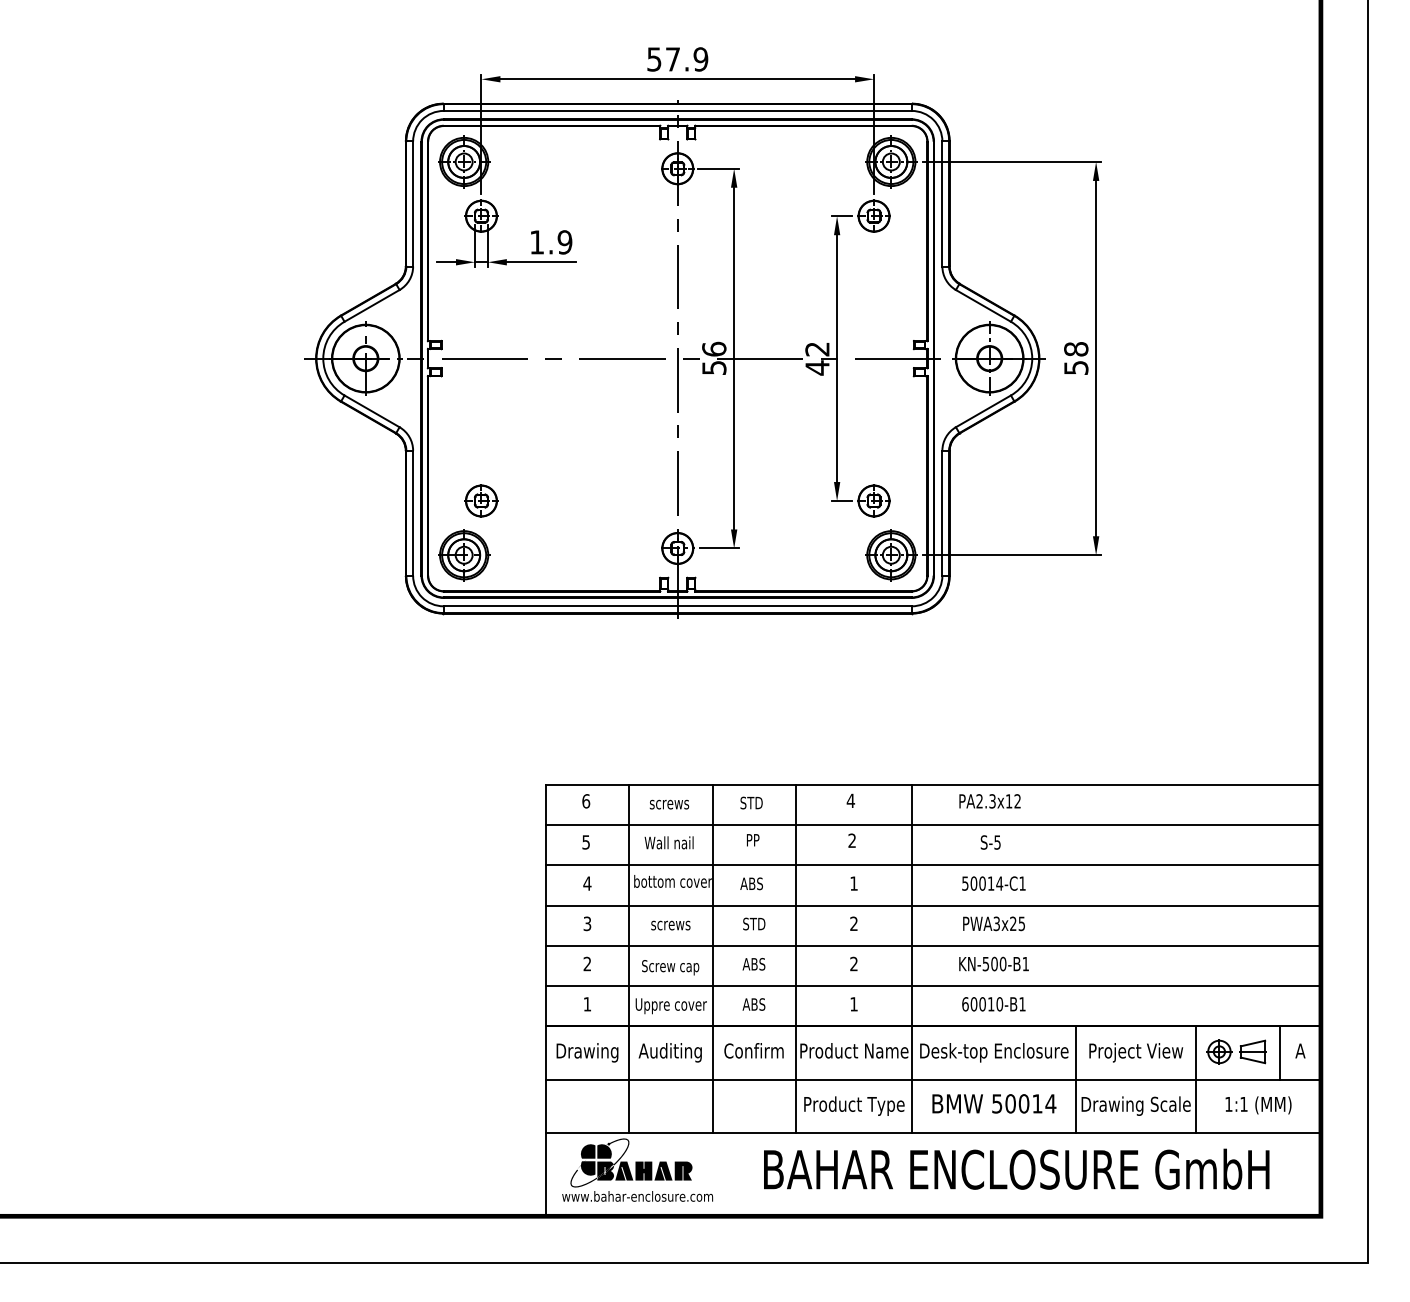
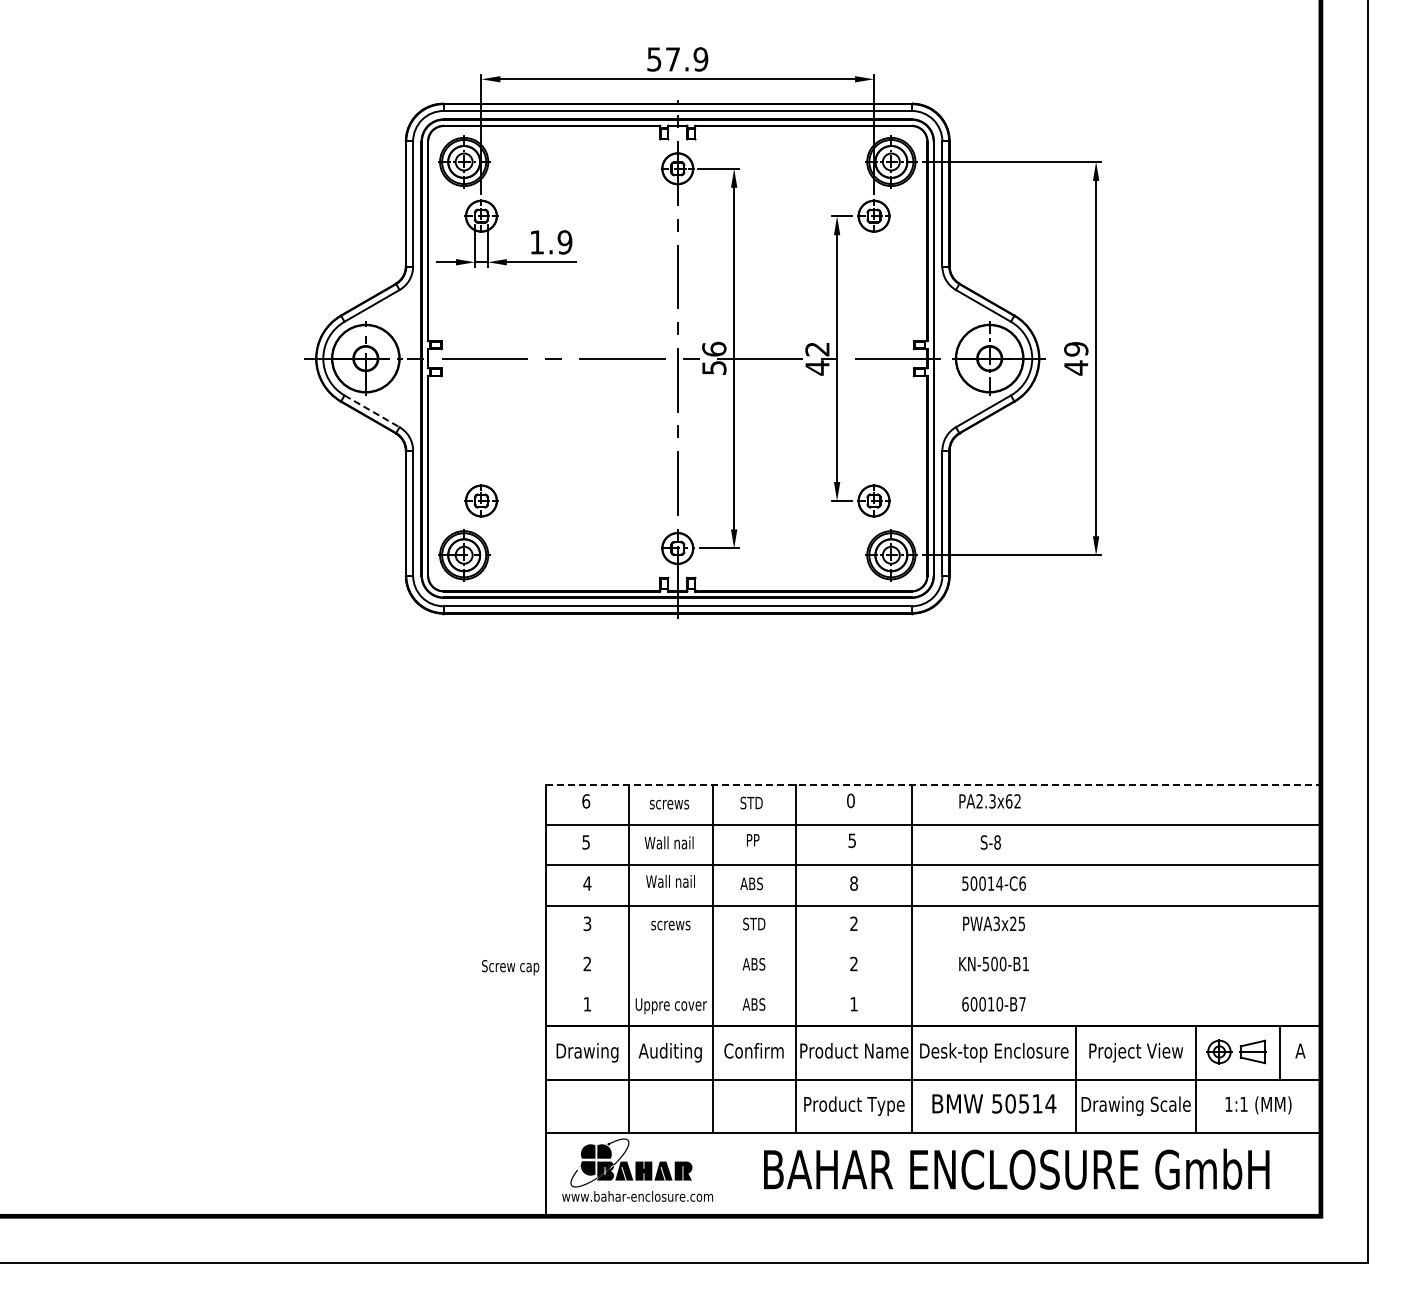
text at (1076, 358): 58 -> 49
line at (372, 411): solid -> dashed
line at (933, 784): solid -> dashed
text at (850, 800): 4 -> 0
text at (1008, 801): PA2.3x12 -> PA2.3x62
text at (851, 840): 2 -> 5
text at (997, 842): S-5 -> S-8
text at (672, 881): bottom cover -> Wall nail
text at (853, 883): 1 -> 8
text at (1022, 883): 50014-C1 -> 50014-C6
line at (932, 945): present -> none
text at (670, 967) position: (670, 967) -> (510, 967)
line at (932, 985): present -> none
text at (1022, 1004): 60010-B1 -> 60010-B7
text at (1023, 1103): 50014 -> 50514
